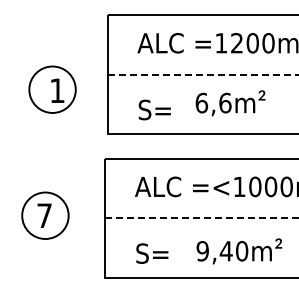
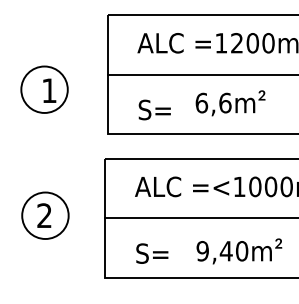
line at (203, 74): dashed -> solid
part at (52, 89) position: (52, 89) -> (44, 89)
text at (44, 215): 7 -> 2
line at (201, 218): dashed -> solid
